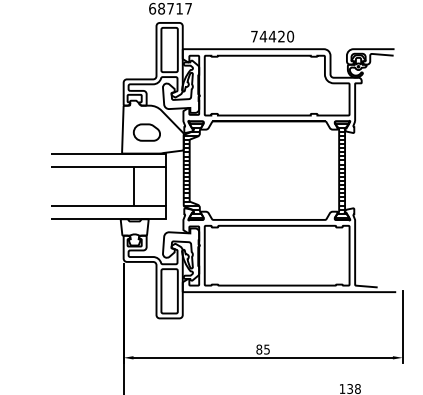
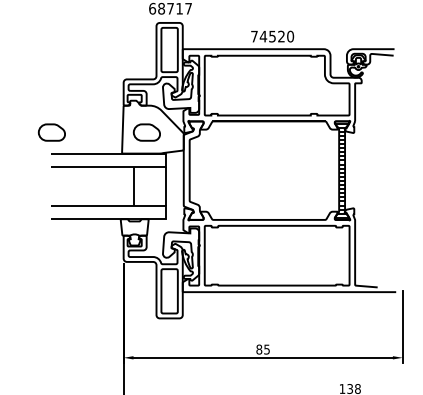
text at (272, 36): 74420 -> 74520
part at (51, 132): none -> present
hatch at (193, 170): present -> none
